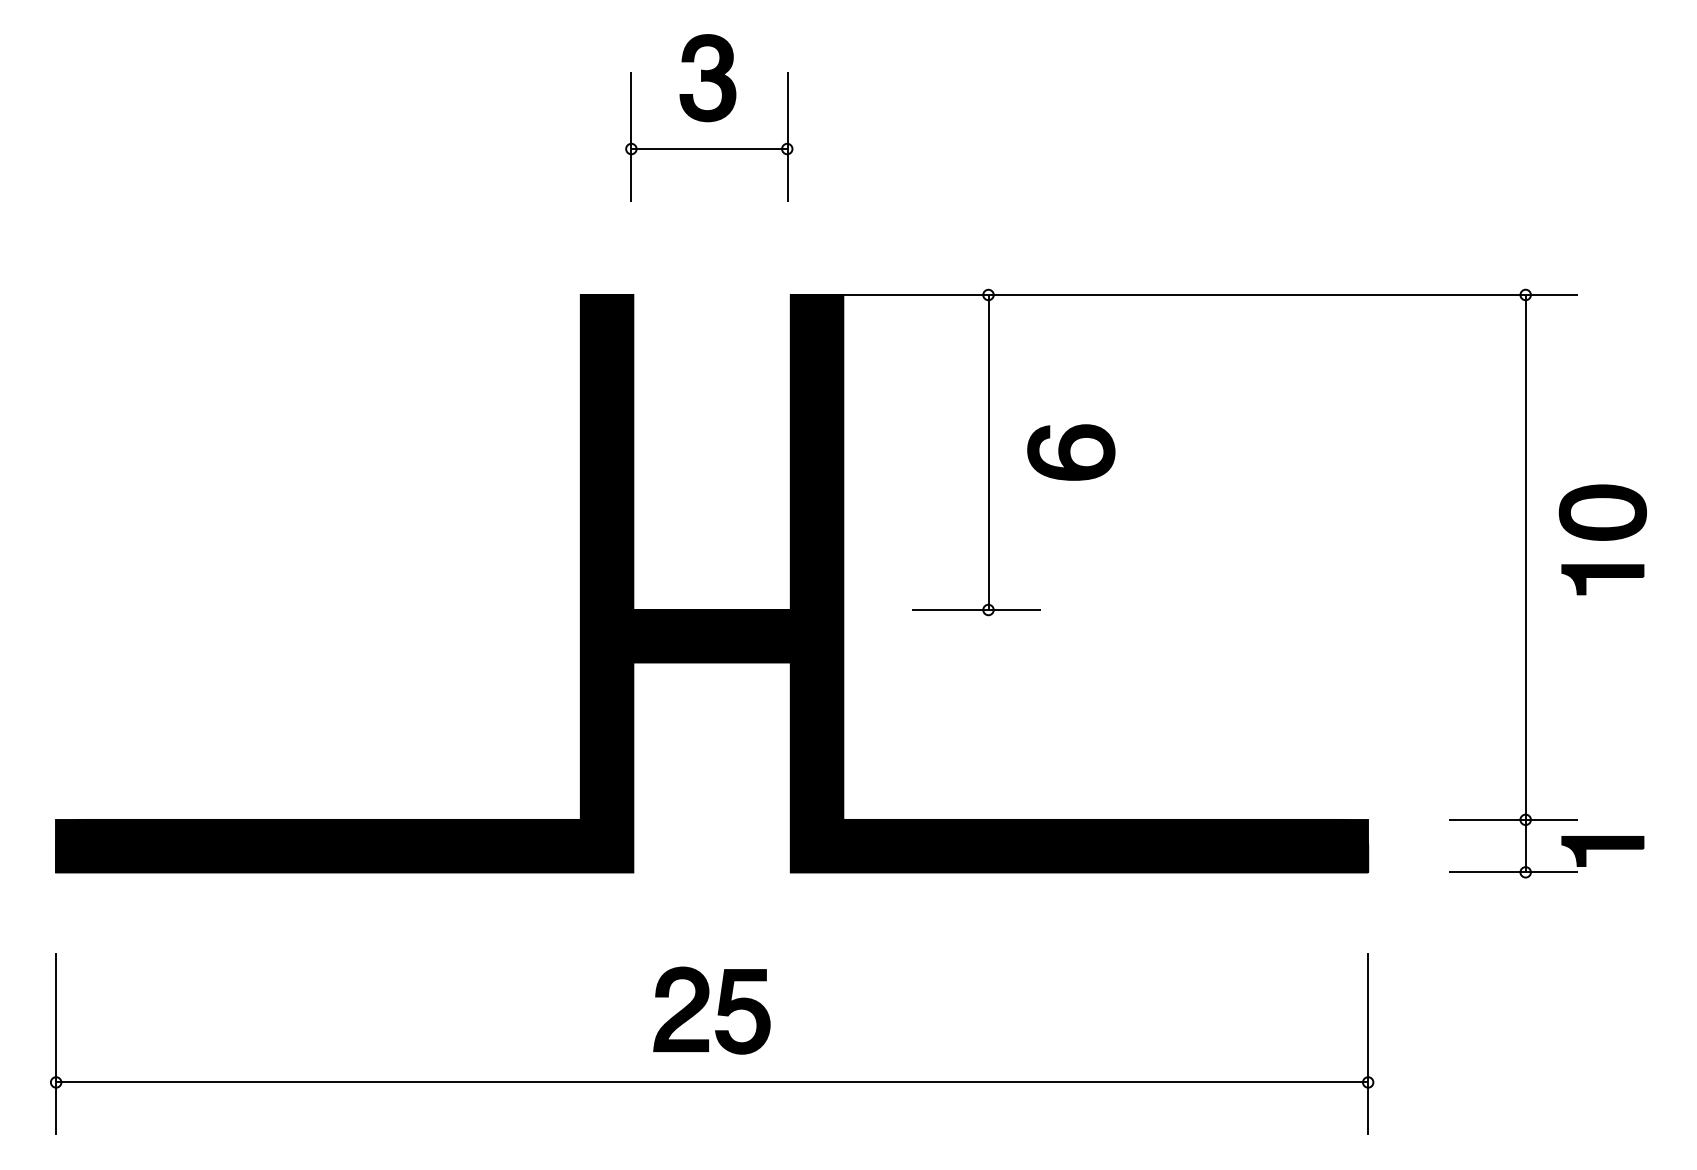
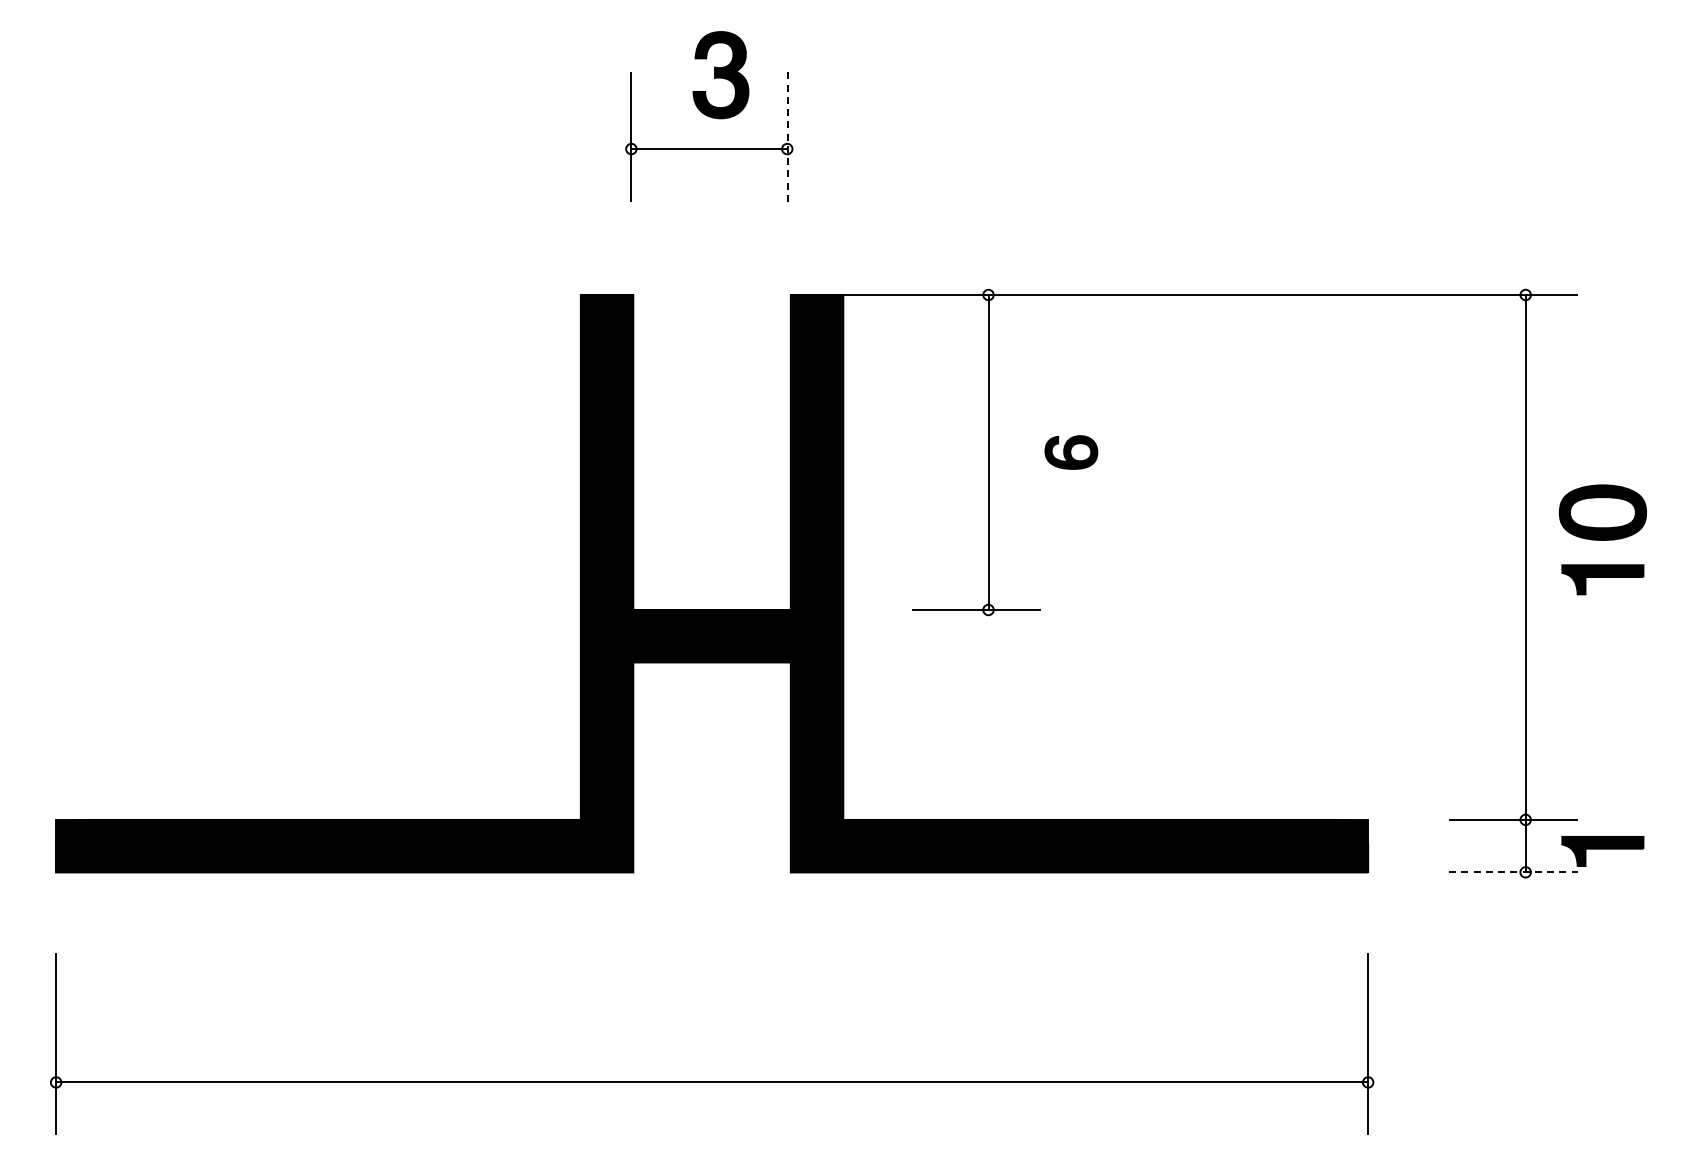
part at (707, 78) position: (707, 78) -> (720, 75)
line at (788, 136): solid -> dashed
part at (1071, 452) size: 89x57 px -> 55x35 px
line at (1513, 872): solid -> dashed
part at (717, 1013): present -> none
